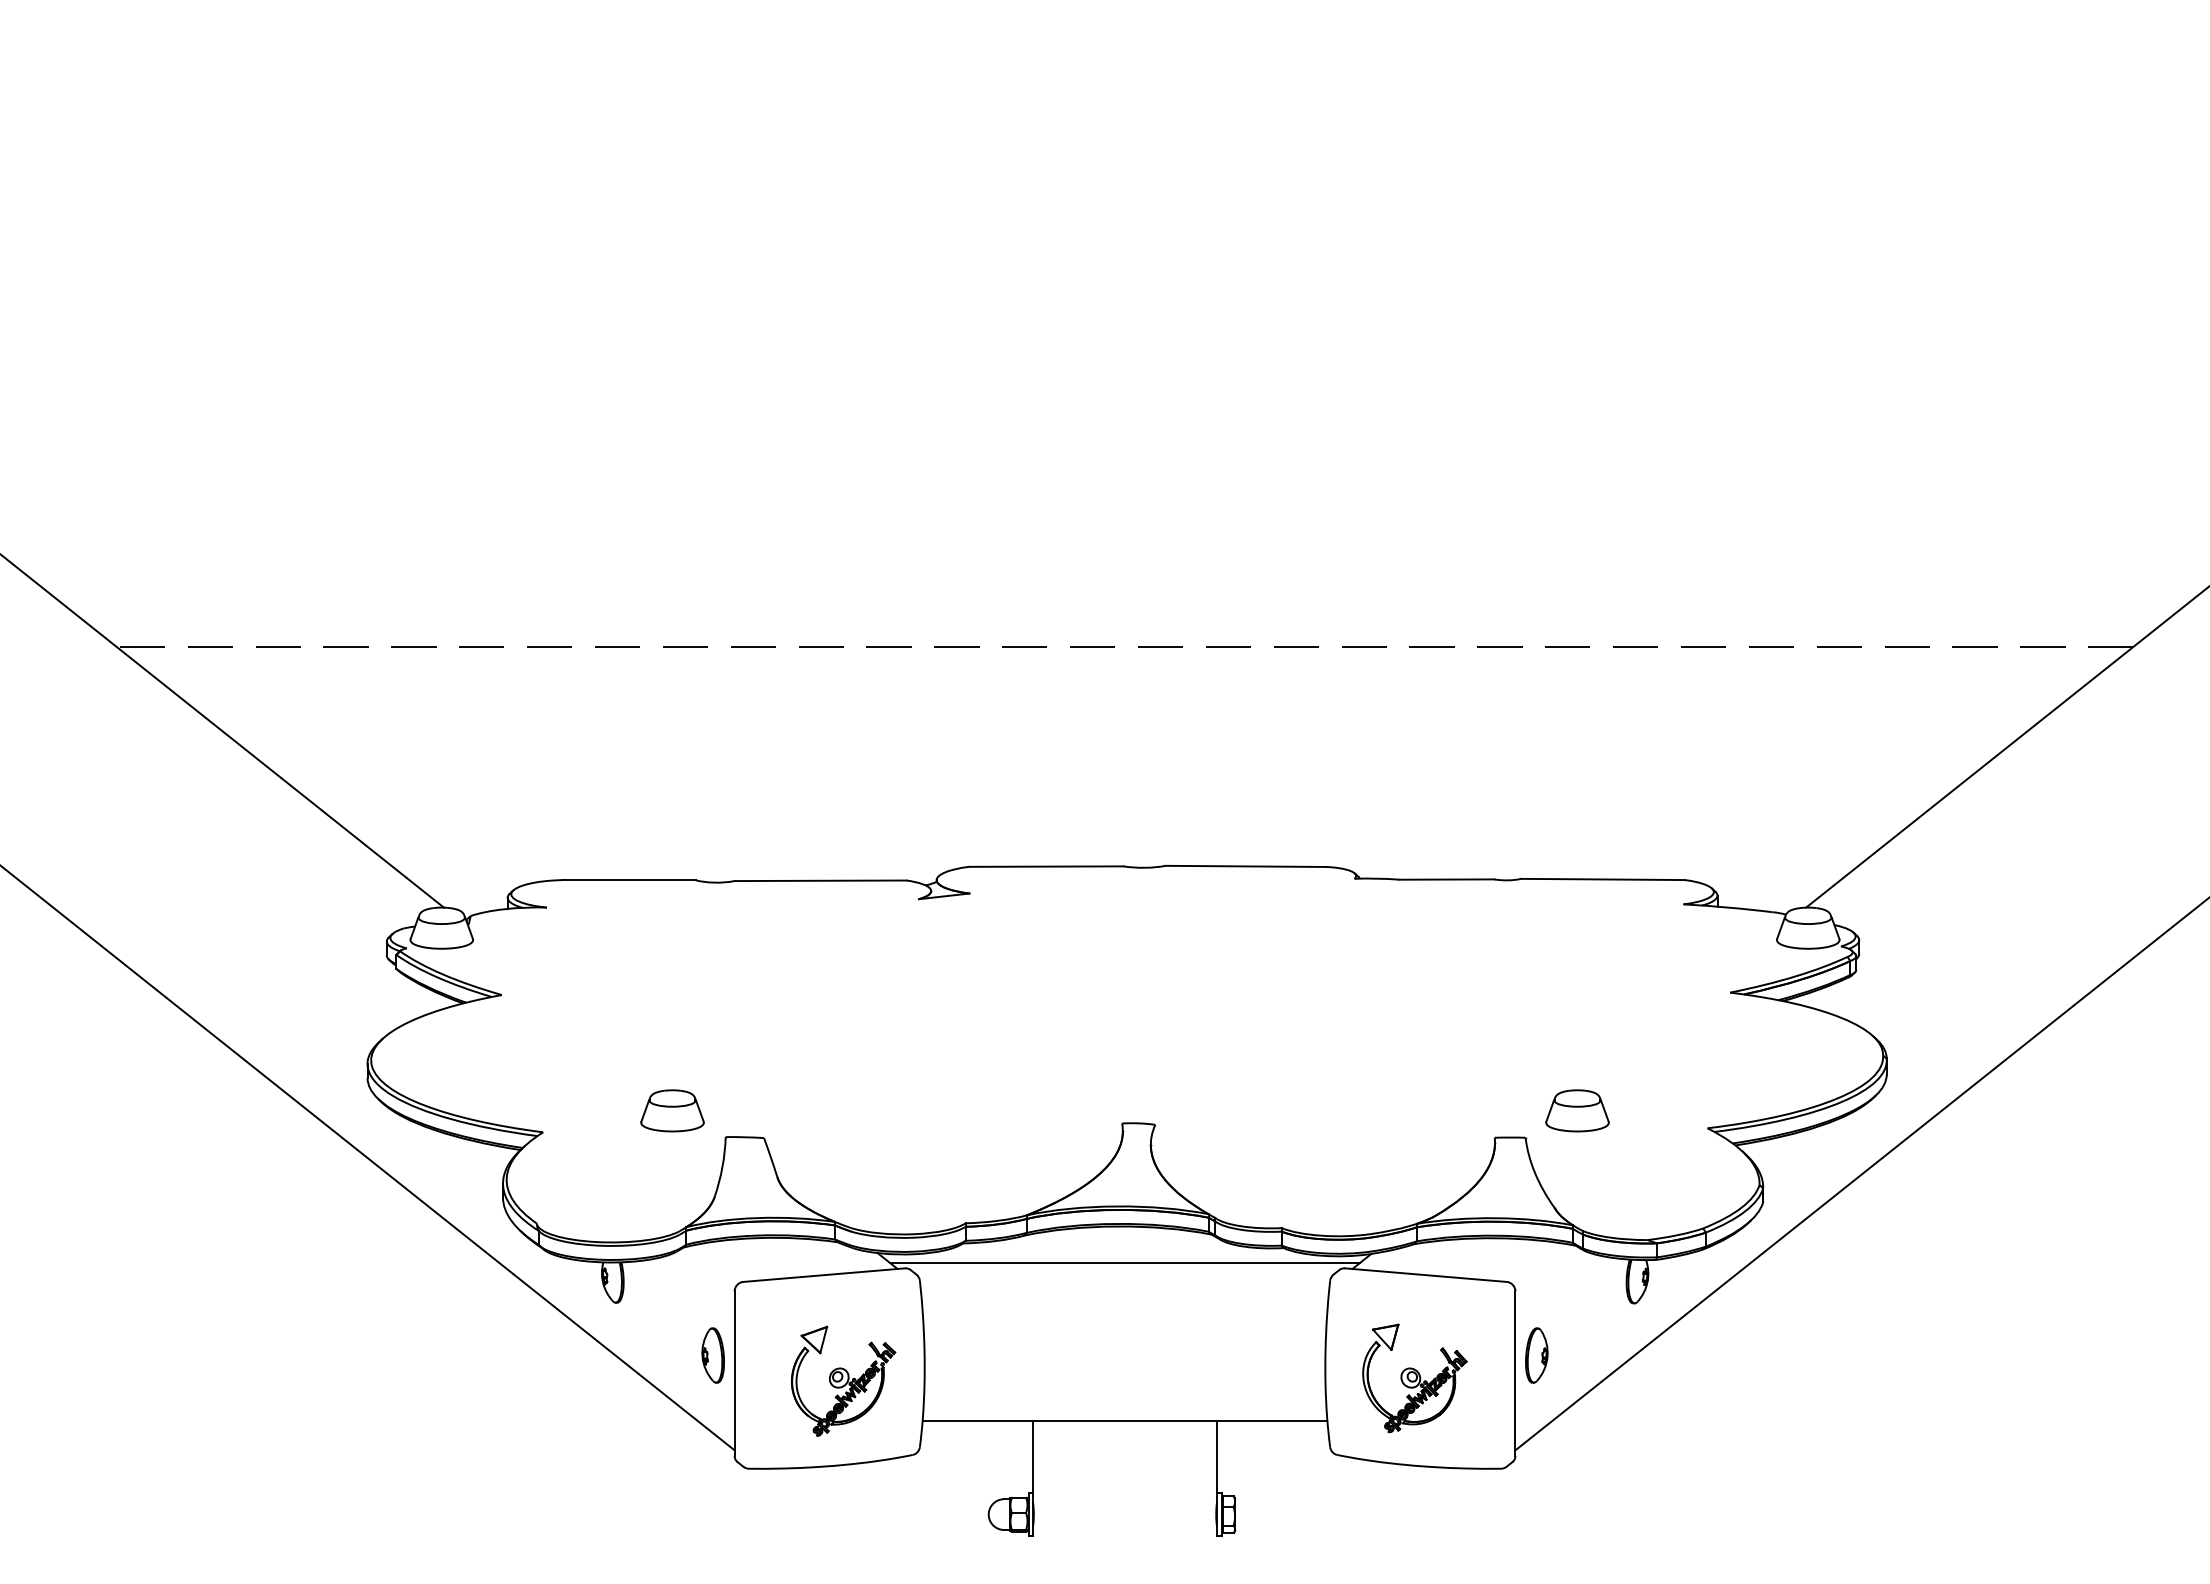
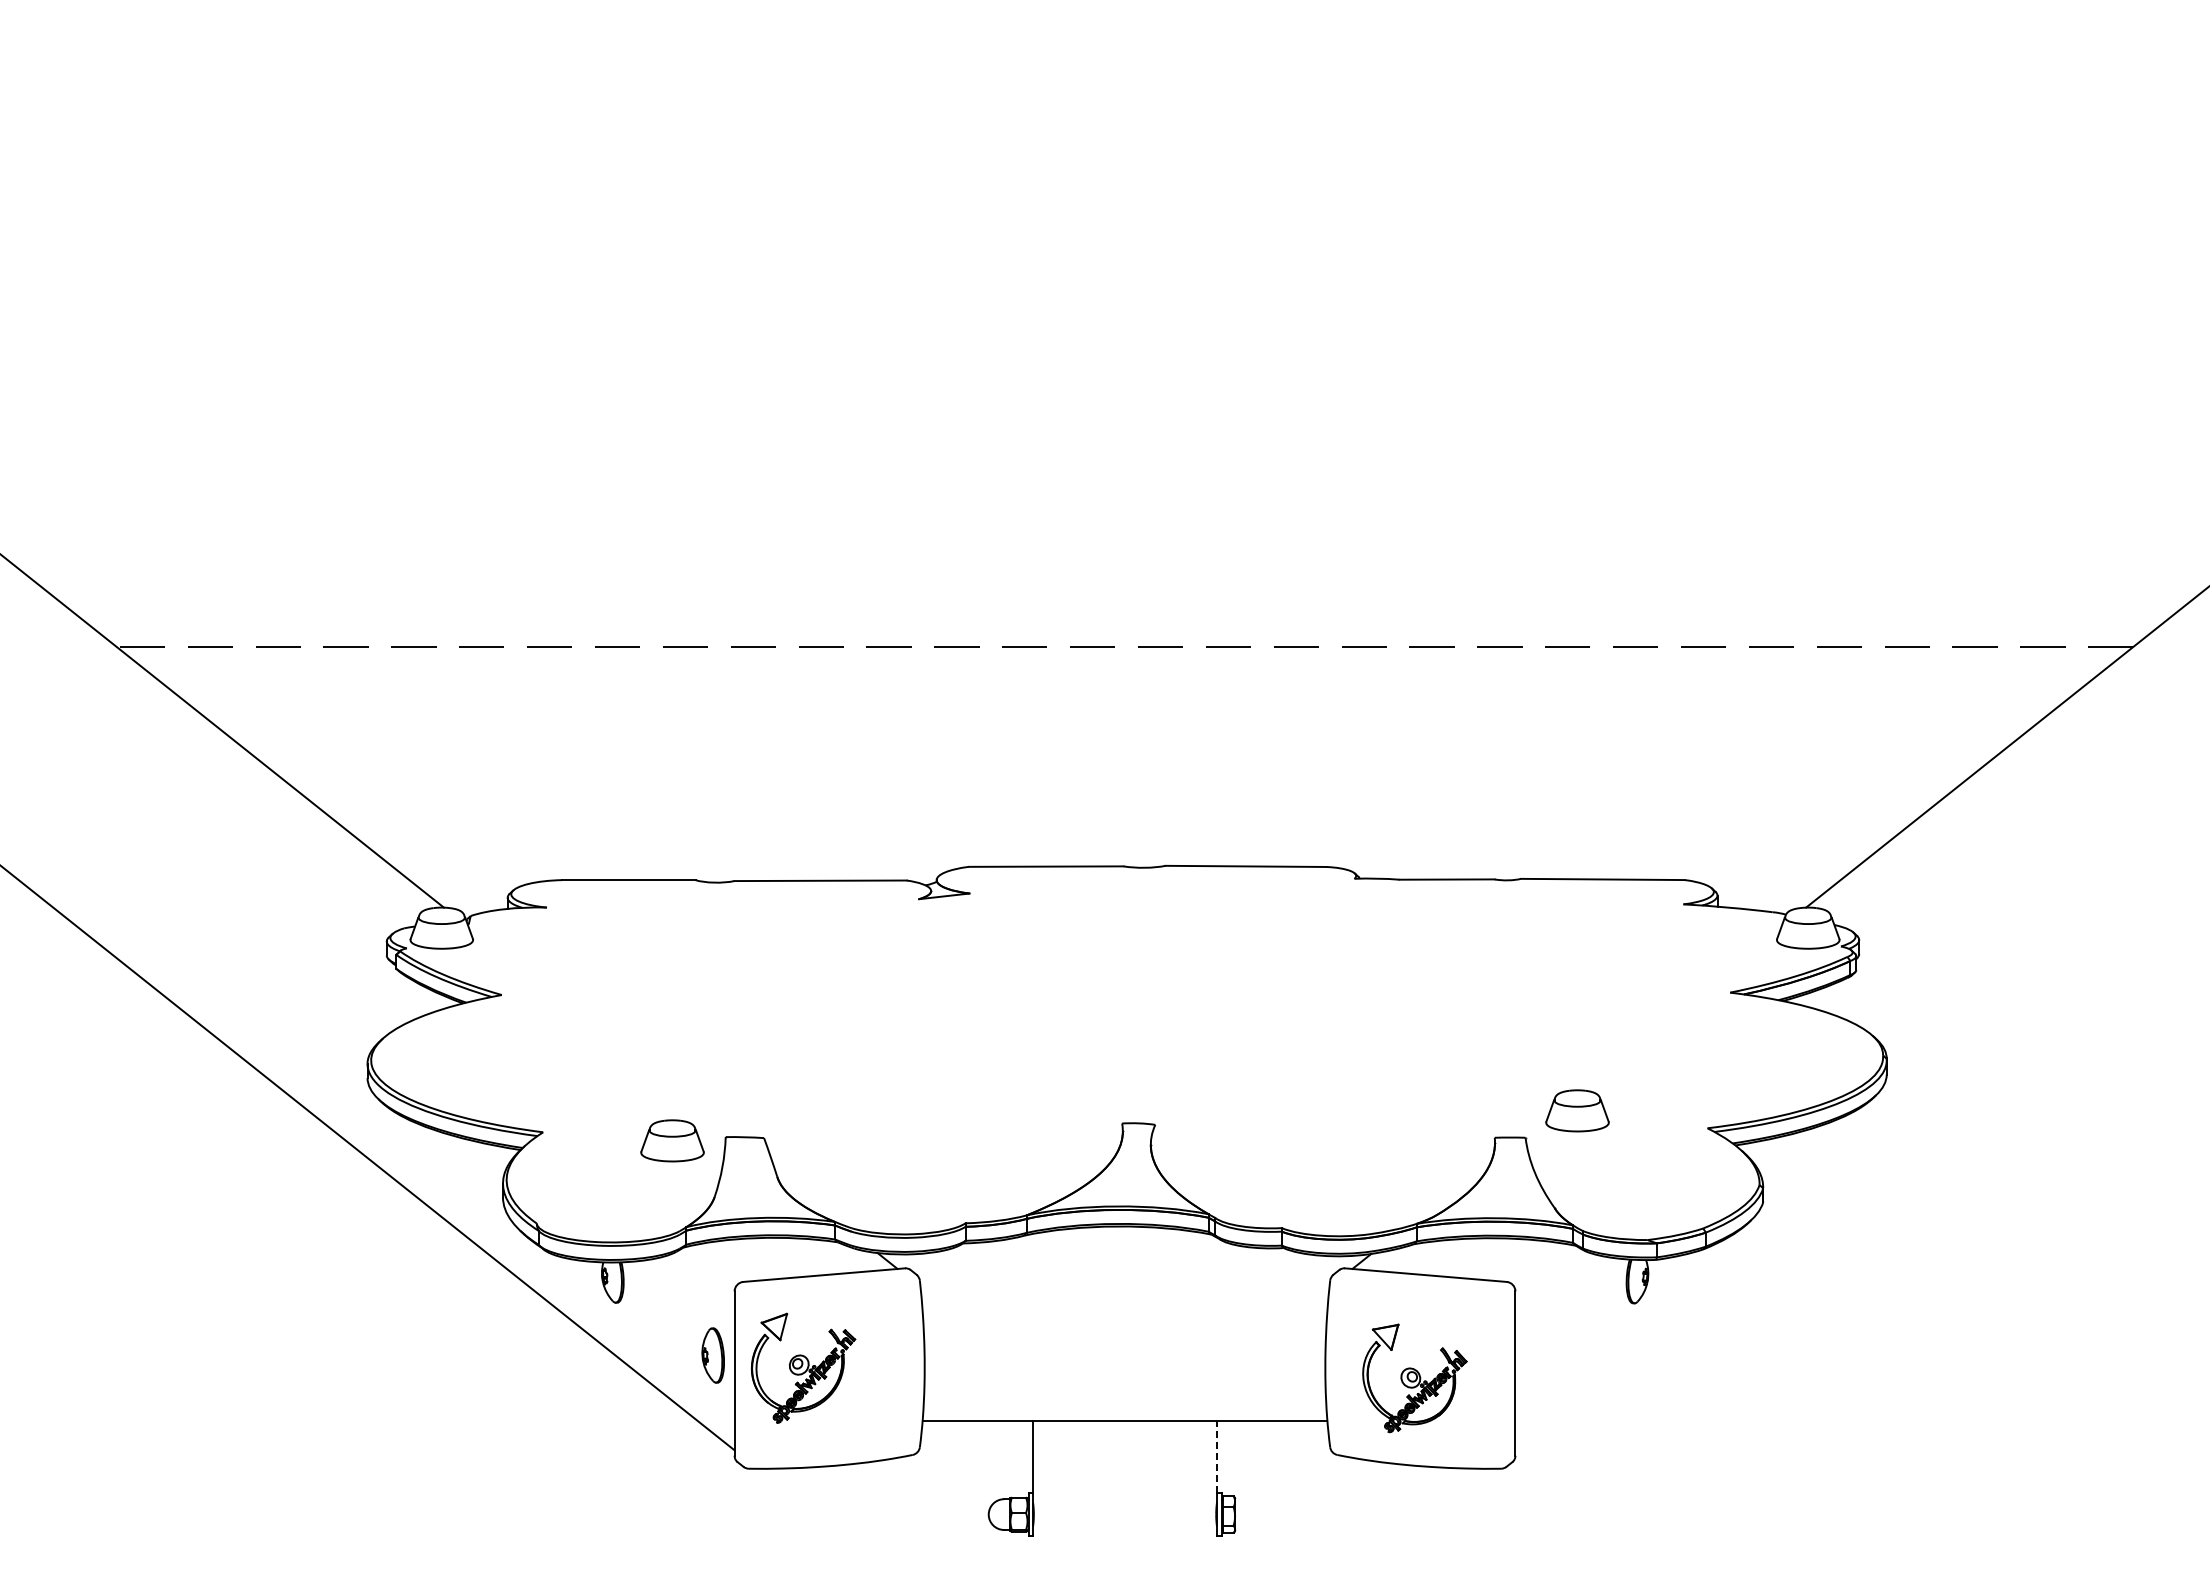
part at (672, 1110) position: (672, 1110) -> (672, 1140)
line at (1860, 1175): present -> none
line at (1124, 1263): present -> none
part at (1536, 1355): present -> none
part at (843, 1380) position: (843, 1380) -> (803, 1367)
line at (1216, 1456): solid -> dashed
